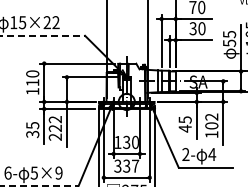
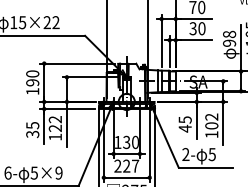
line at (43, 35): dashed -> solid
text at (228, 38): 55 -> 98
text at (32, 82): 110 -> 190
text at (54, 136): 222 -> 122
text at (212, 154): 4 -> 5
text at (122, 166): 337 -> 227
line at (39, 186): dashed -> solid
